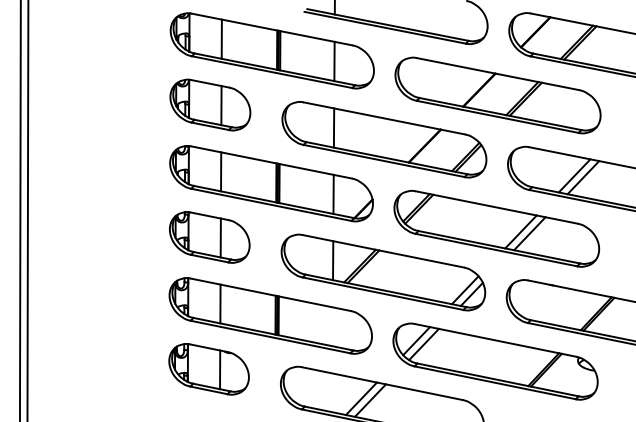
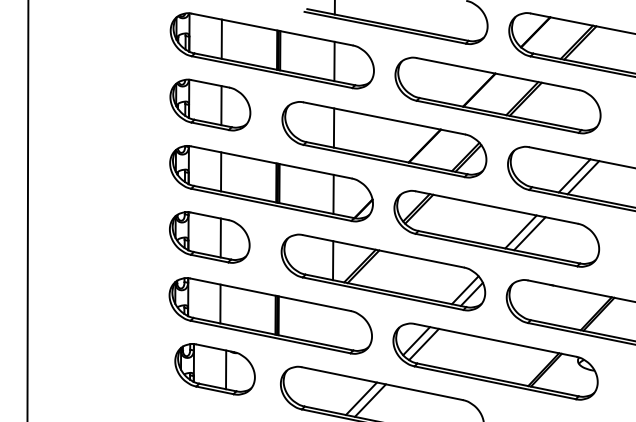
line at (19, 210): present -> none
part at (208, 369) position: (208, 369) -> (214, 369)
